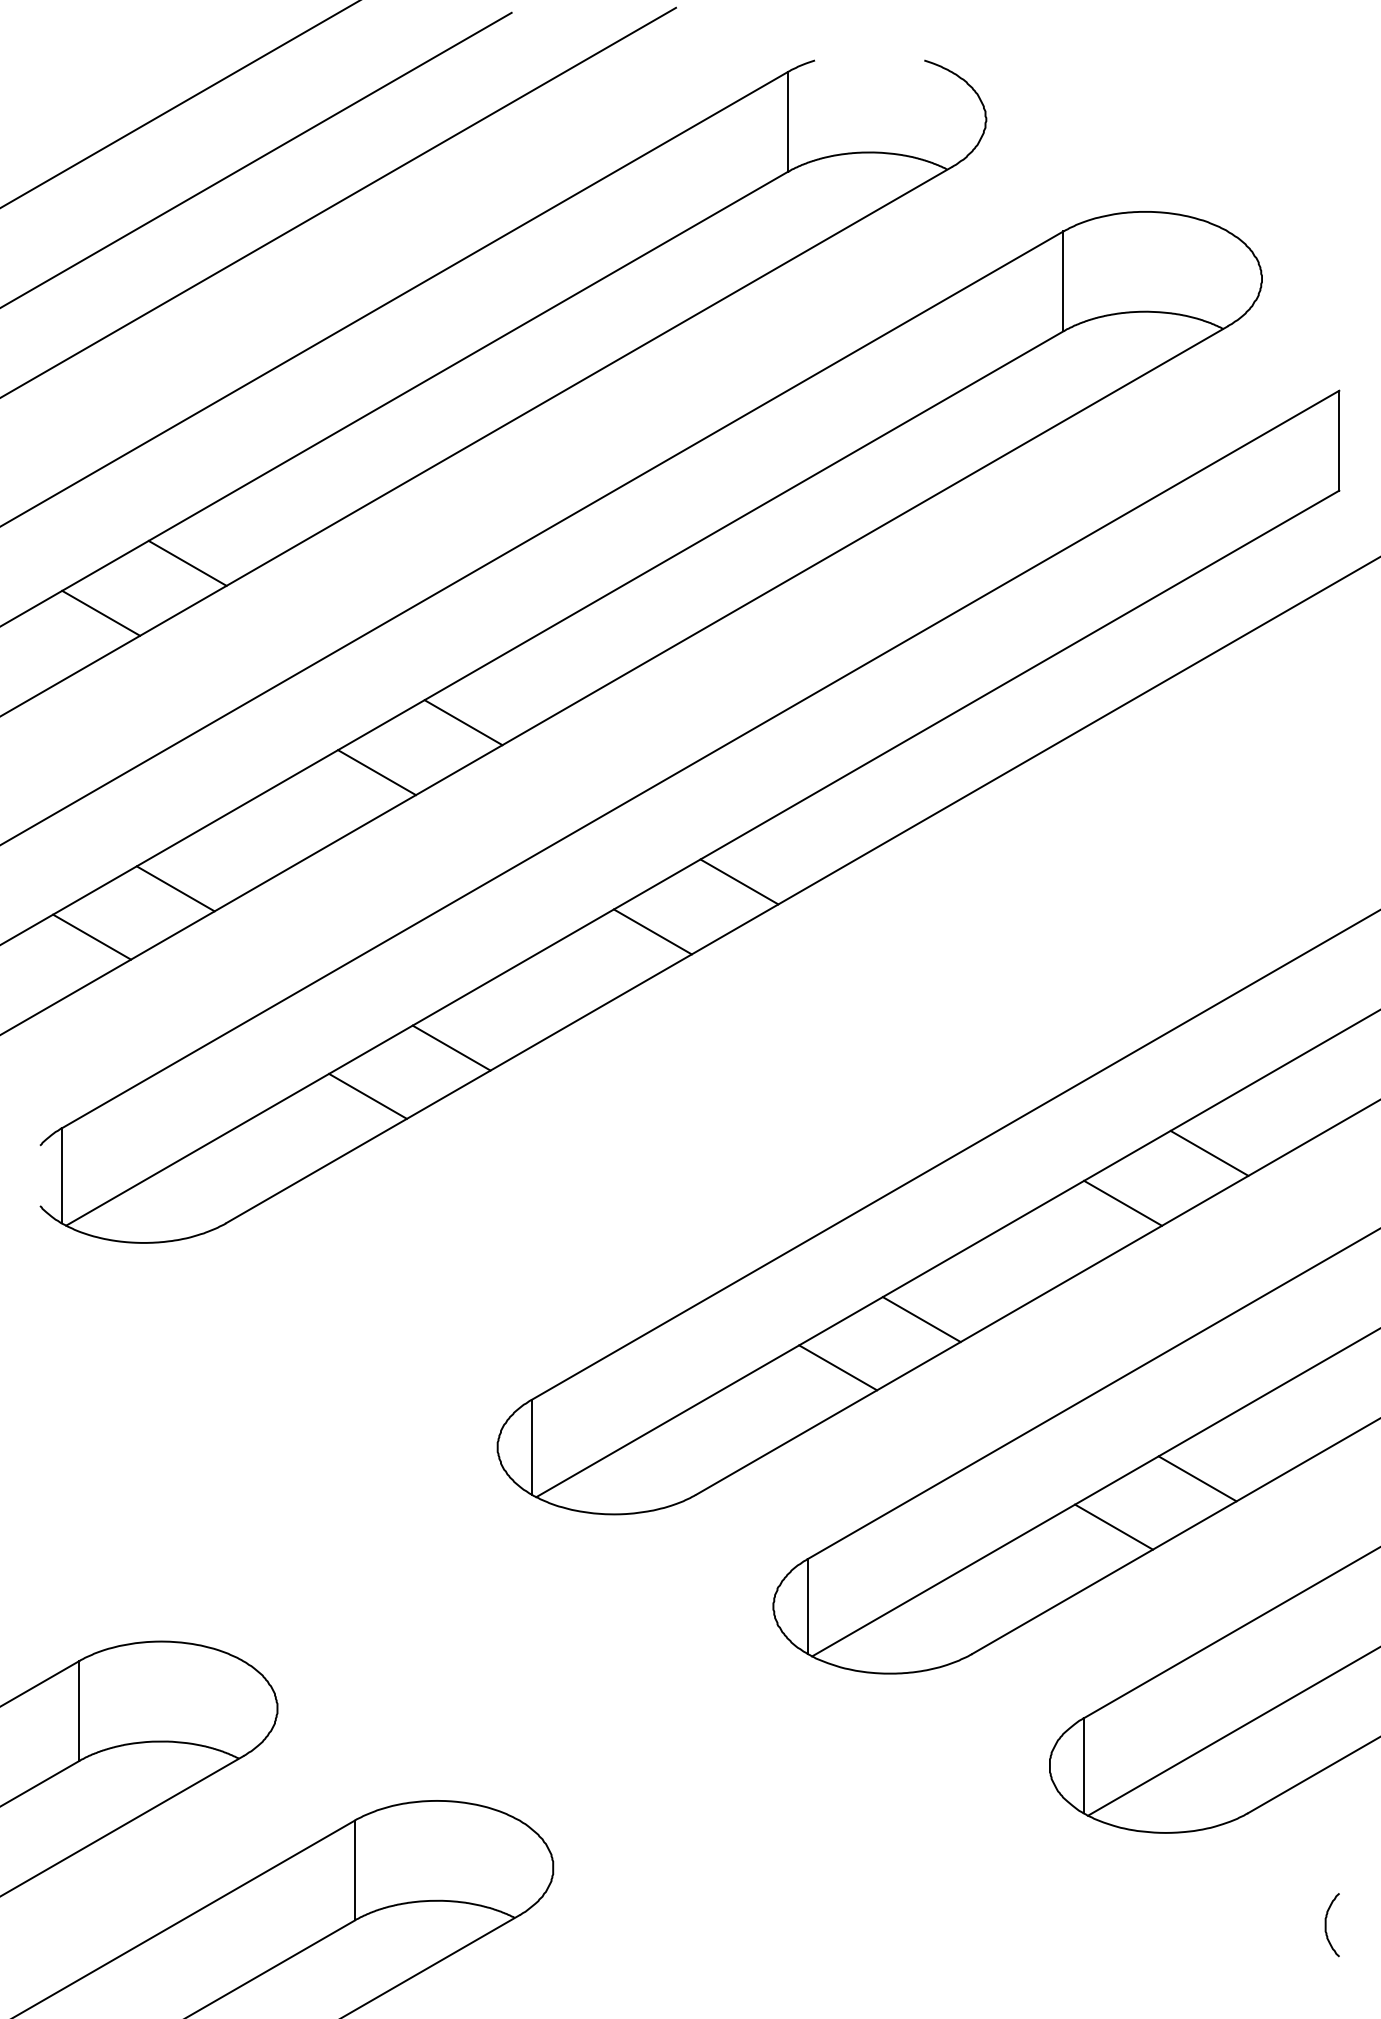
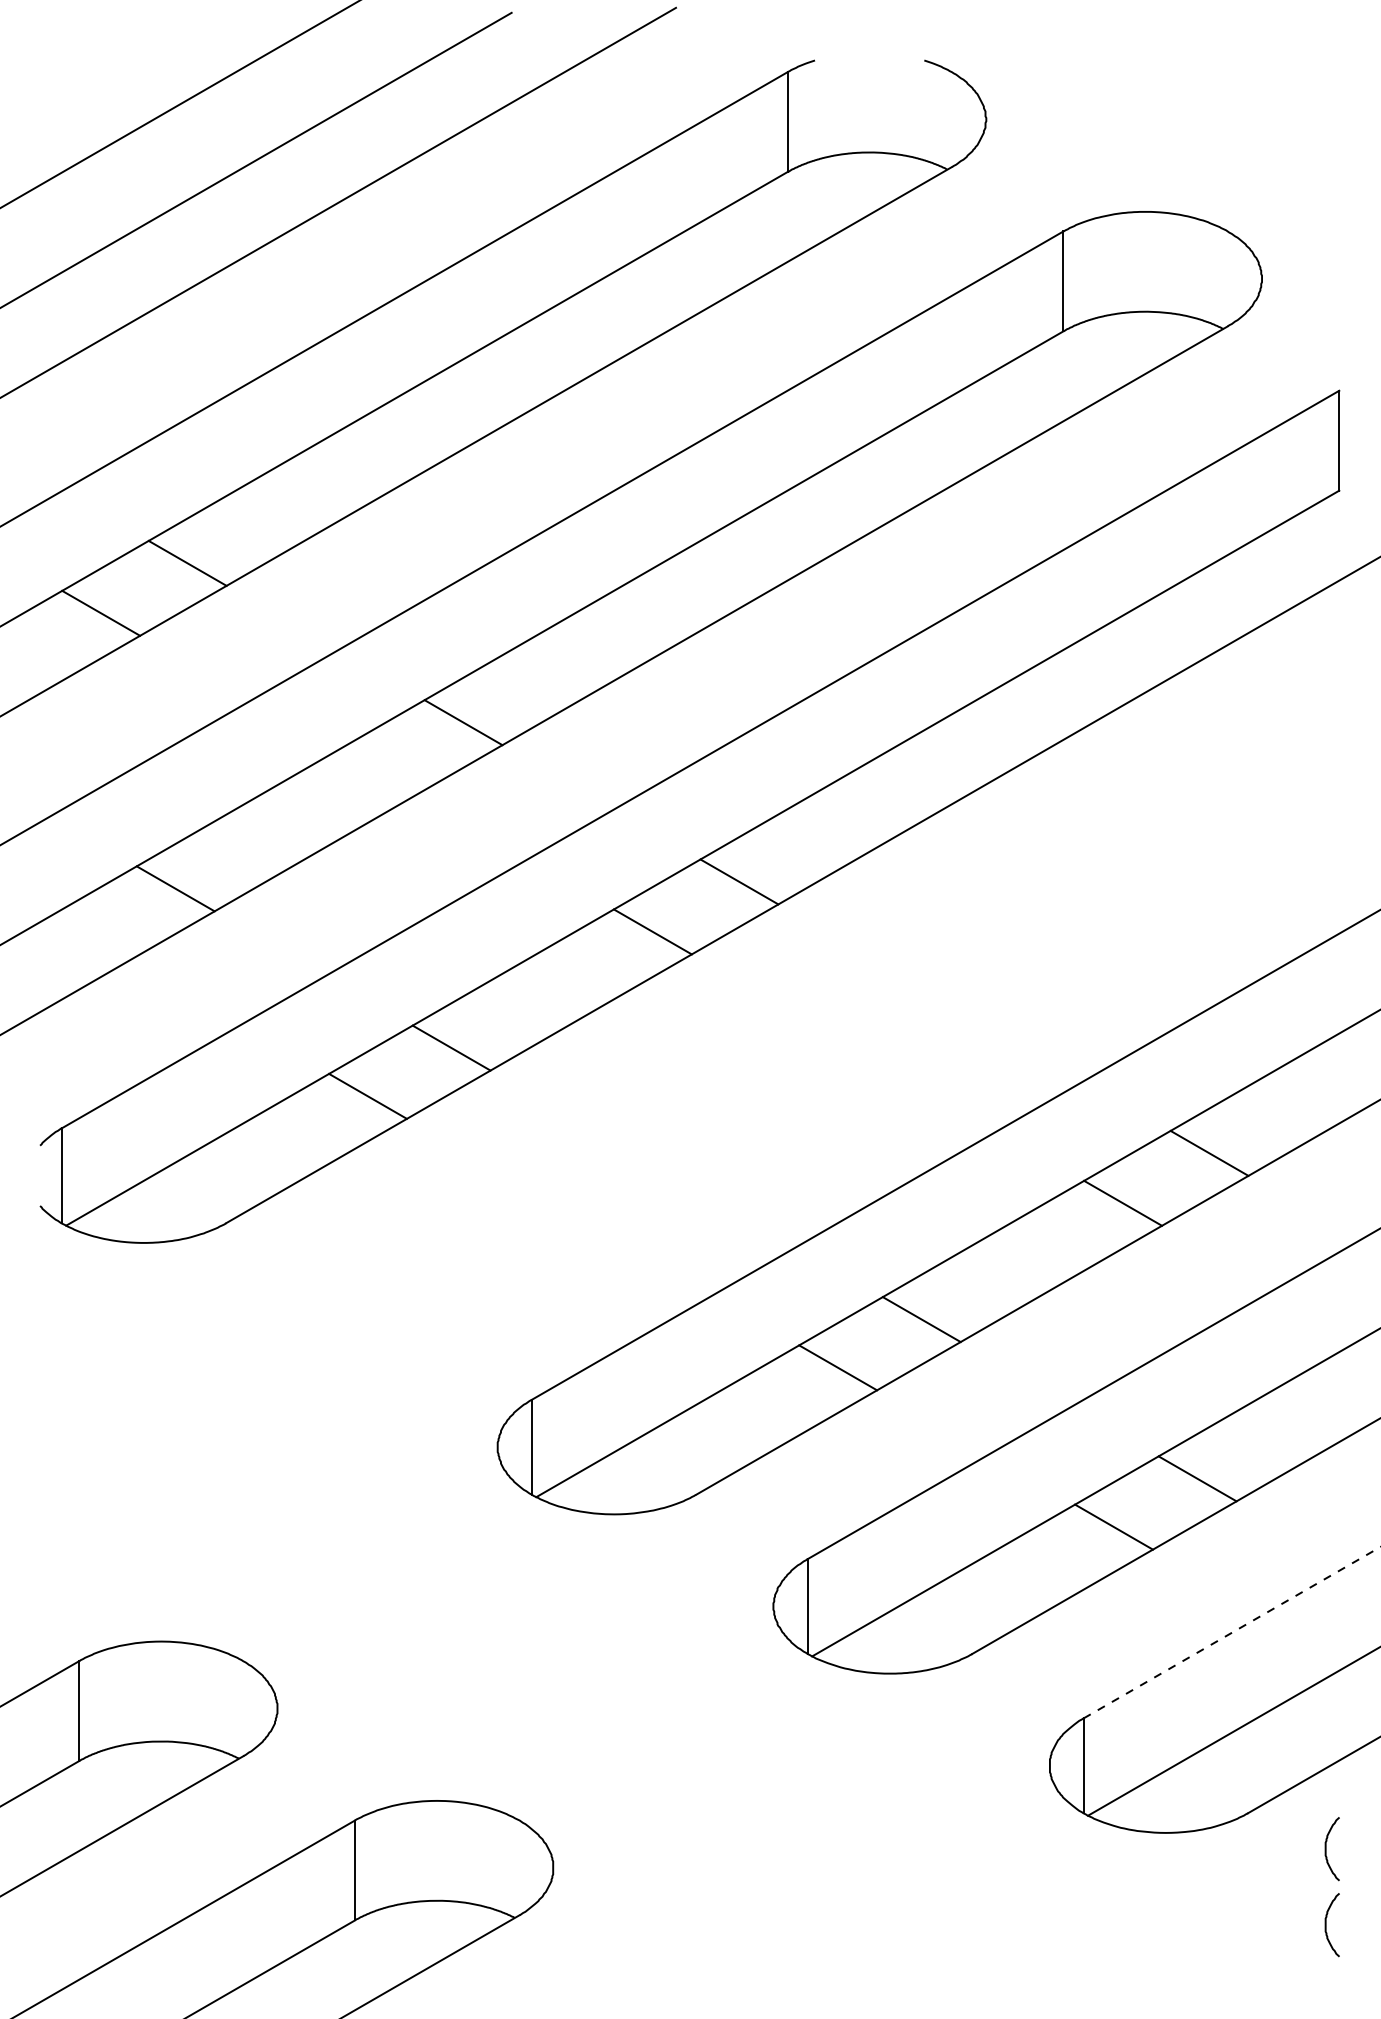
line at (376, 772): present -> none
line at (92, 936): present -> none
line at (1232, 1632): solid -> dashed
curve at (1326, 1849): none -> present
